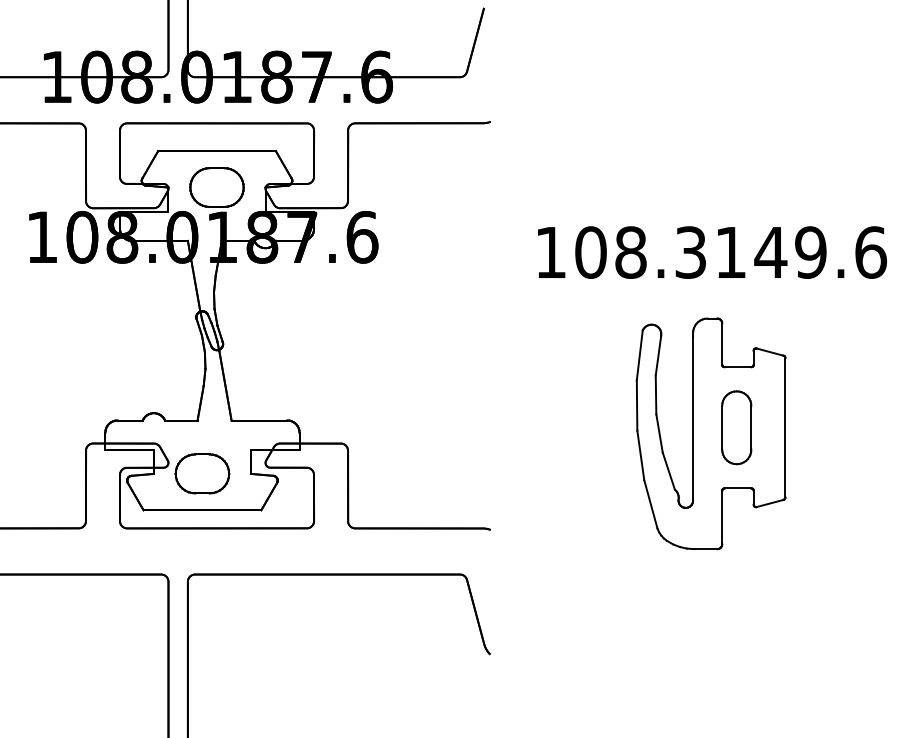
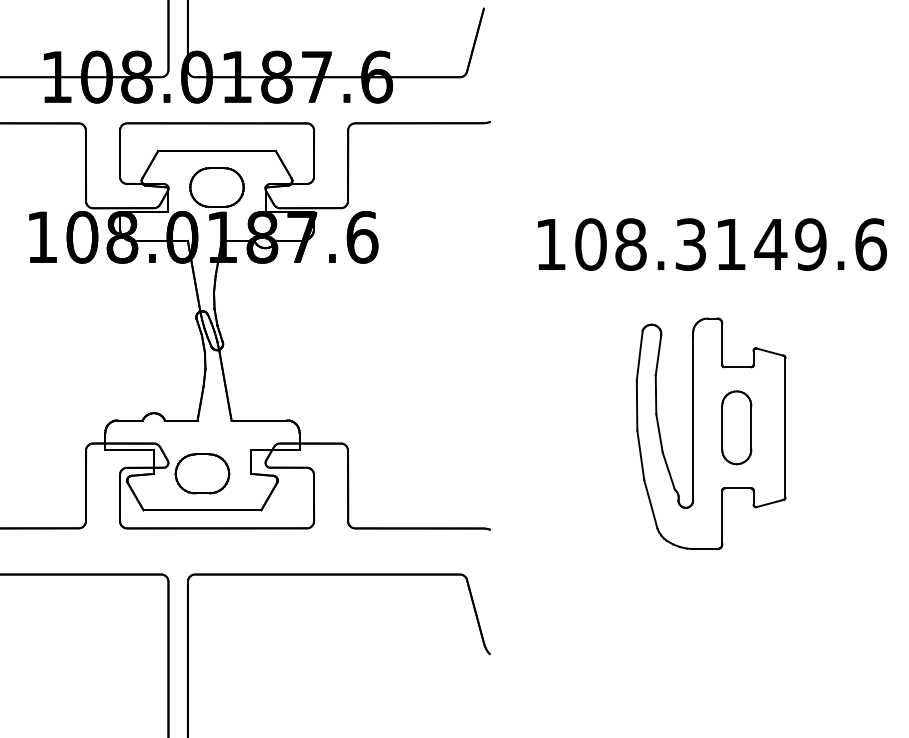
text at (712, 252) position: (712, 252) -> (712, 244)
